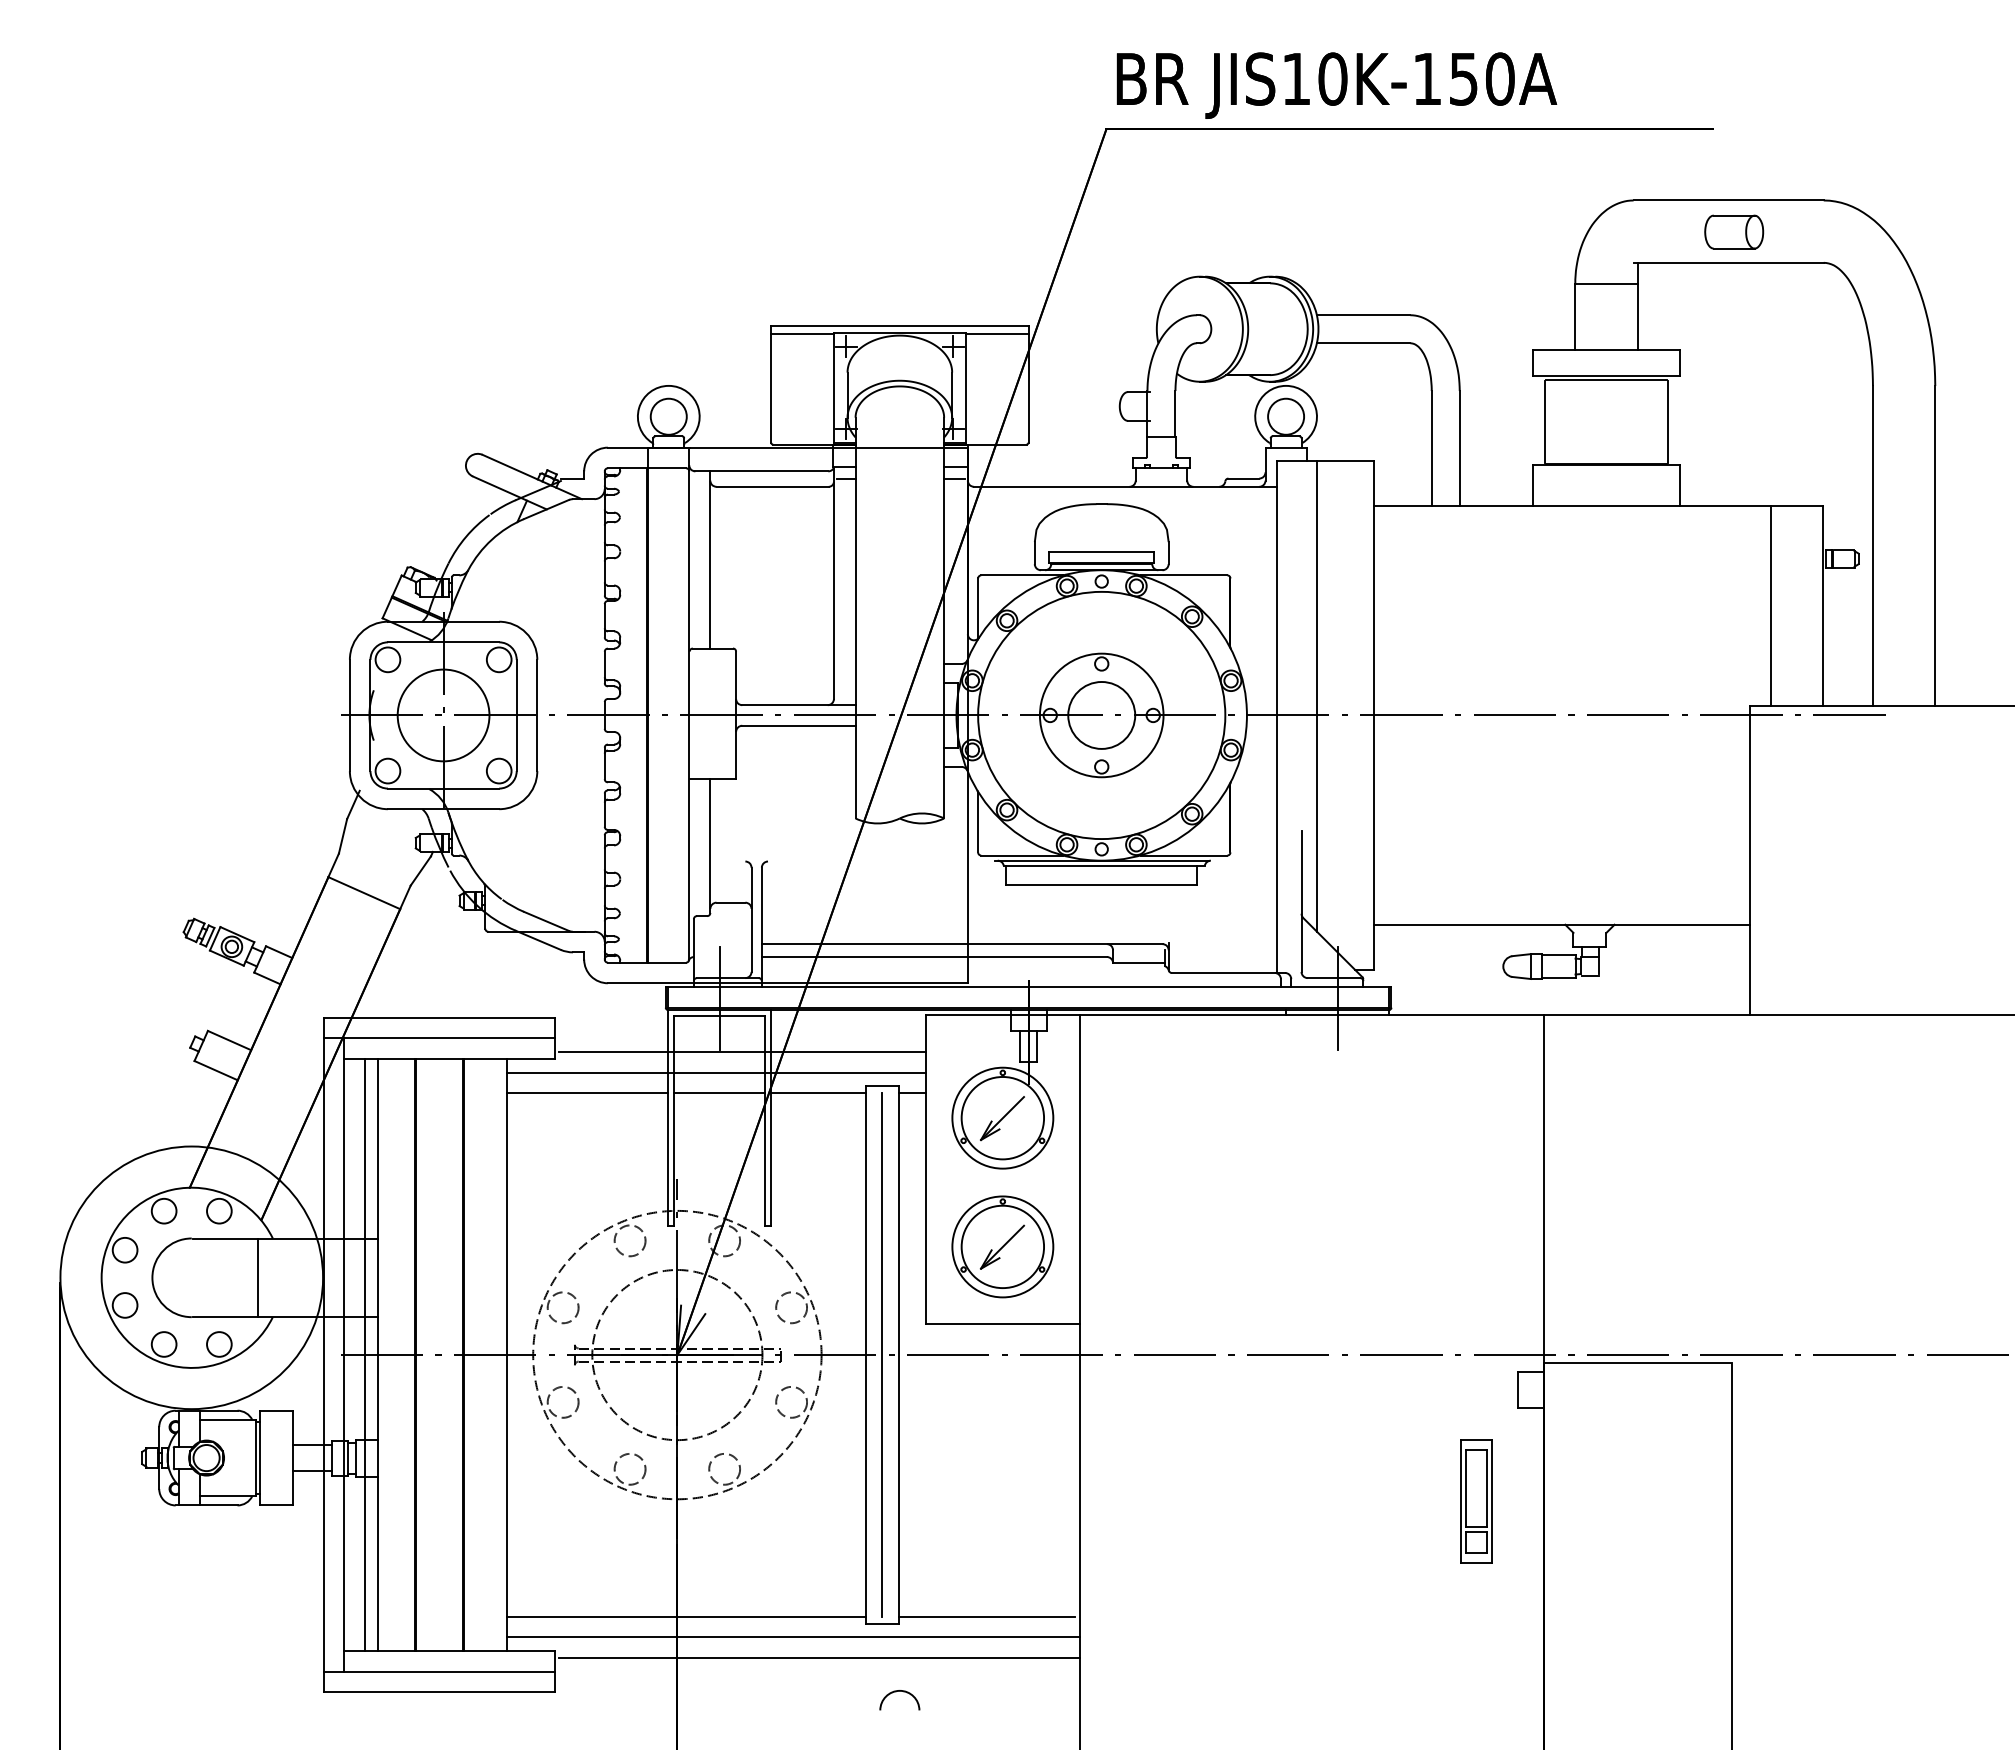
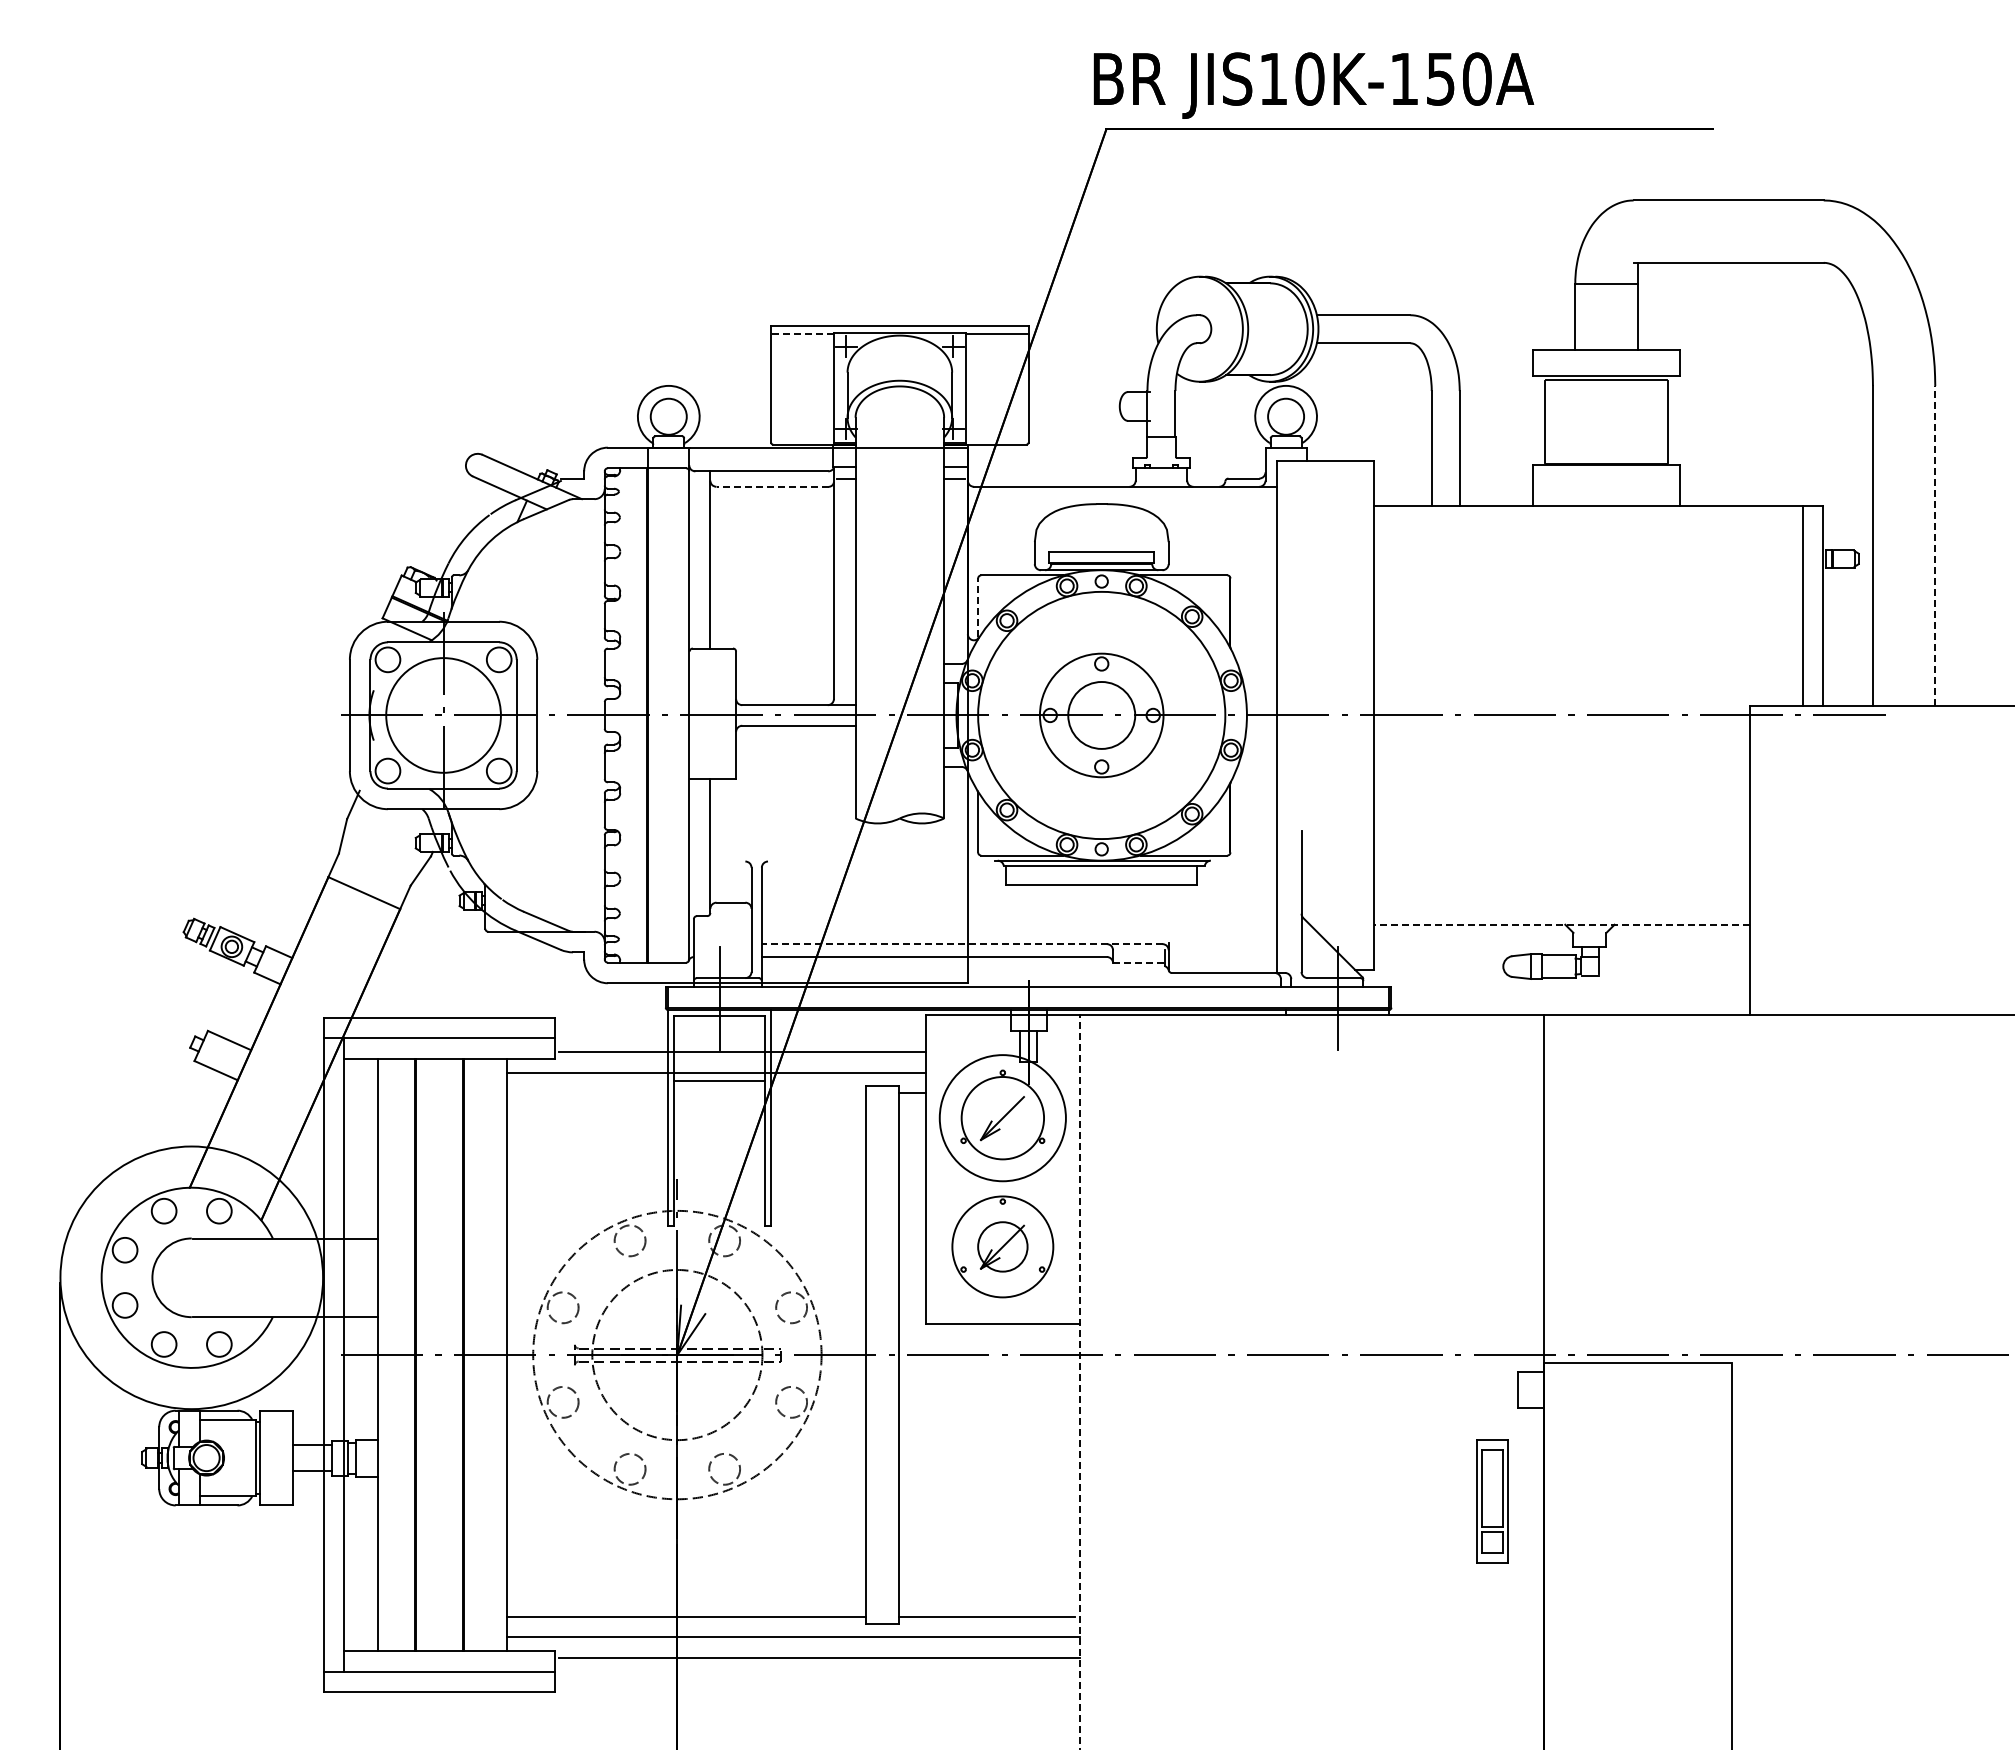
text at (1336, 85) position: (1336, 85) -> (1313, 85)
part at (1734, 231): present -> none
line at (802, 334): solid -> dashed
line at (772, 486): solid -> dashed
line at (1935, 545): solid -> dashed
line at (1771, 606) position: (1771, 606) -> (1803, 606)
line at (978, 607): solid -> dashed
line at (1317, 696): present -> none
circle at (443, 715) diameter: 92 px -> 115 px
line at (1561, 924): solid -> dashed
line at (961, 944): solid -> dashed
line at (1138, 962): solid -> dashed
line at (587, 1093): present -> none
line at (719, 1093) position: (719, 1093) -> (719, 1081)
line at (818, 1093): present -> none
circle at (1002, 1117) diameter: 101 px -> 126 px
circle at (1002, 1246) diameter: 82 px -> 49 px
line at (258, 1277): present -> none
line at (364, 1354): present -> none
line at (882, 1354): present -> none
line at (1080, 1382): solid -> dashed
part at (1476, 1501) position: (1476, 1501) -> (1492, 1501)
arc at (896, 1692): present -> none
